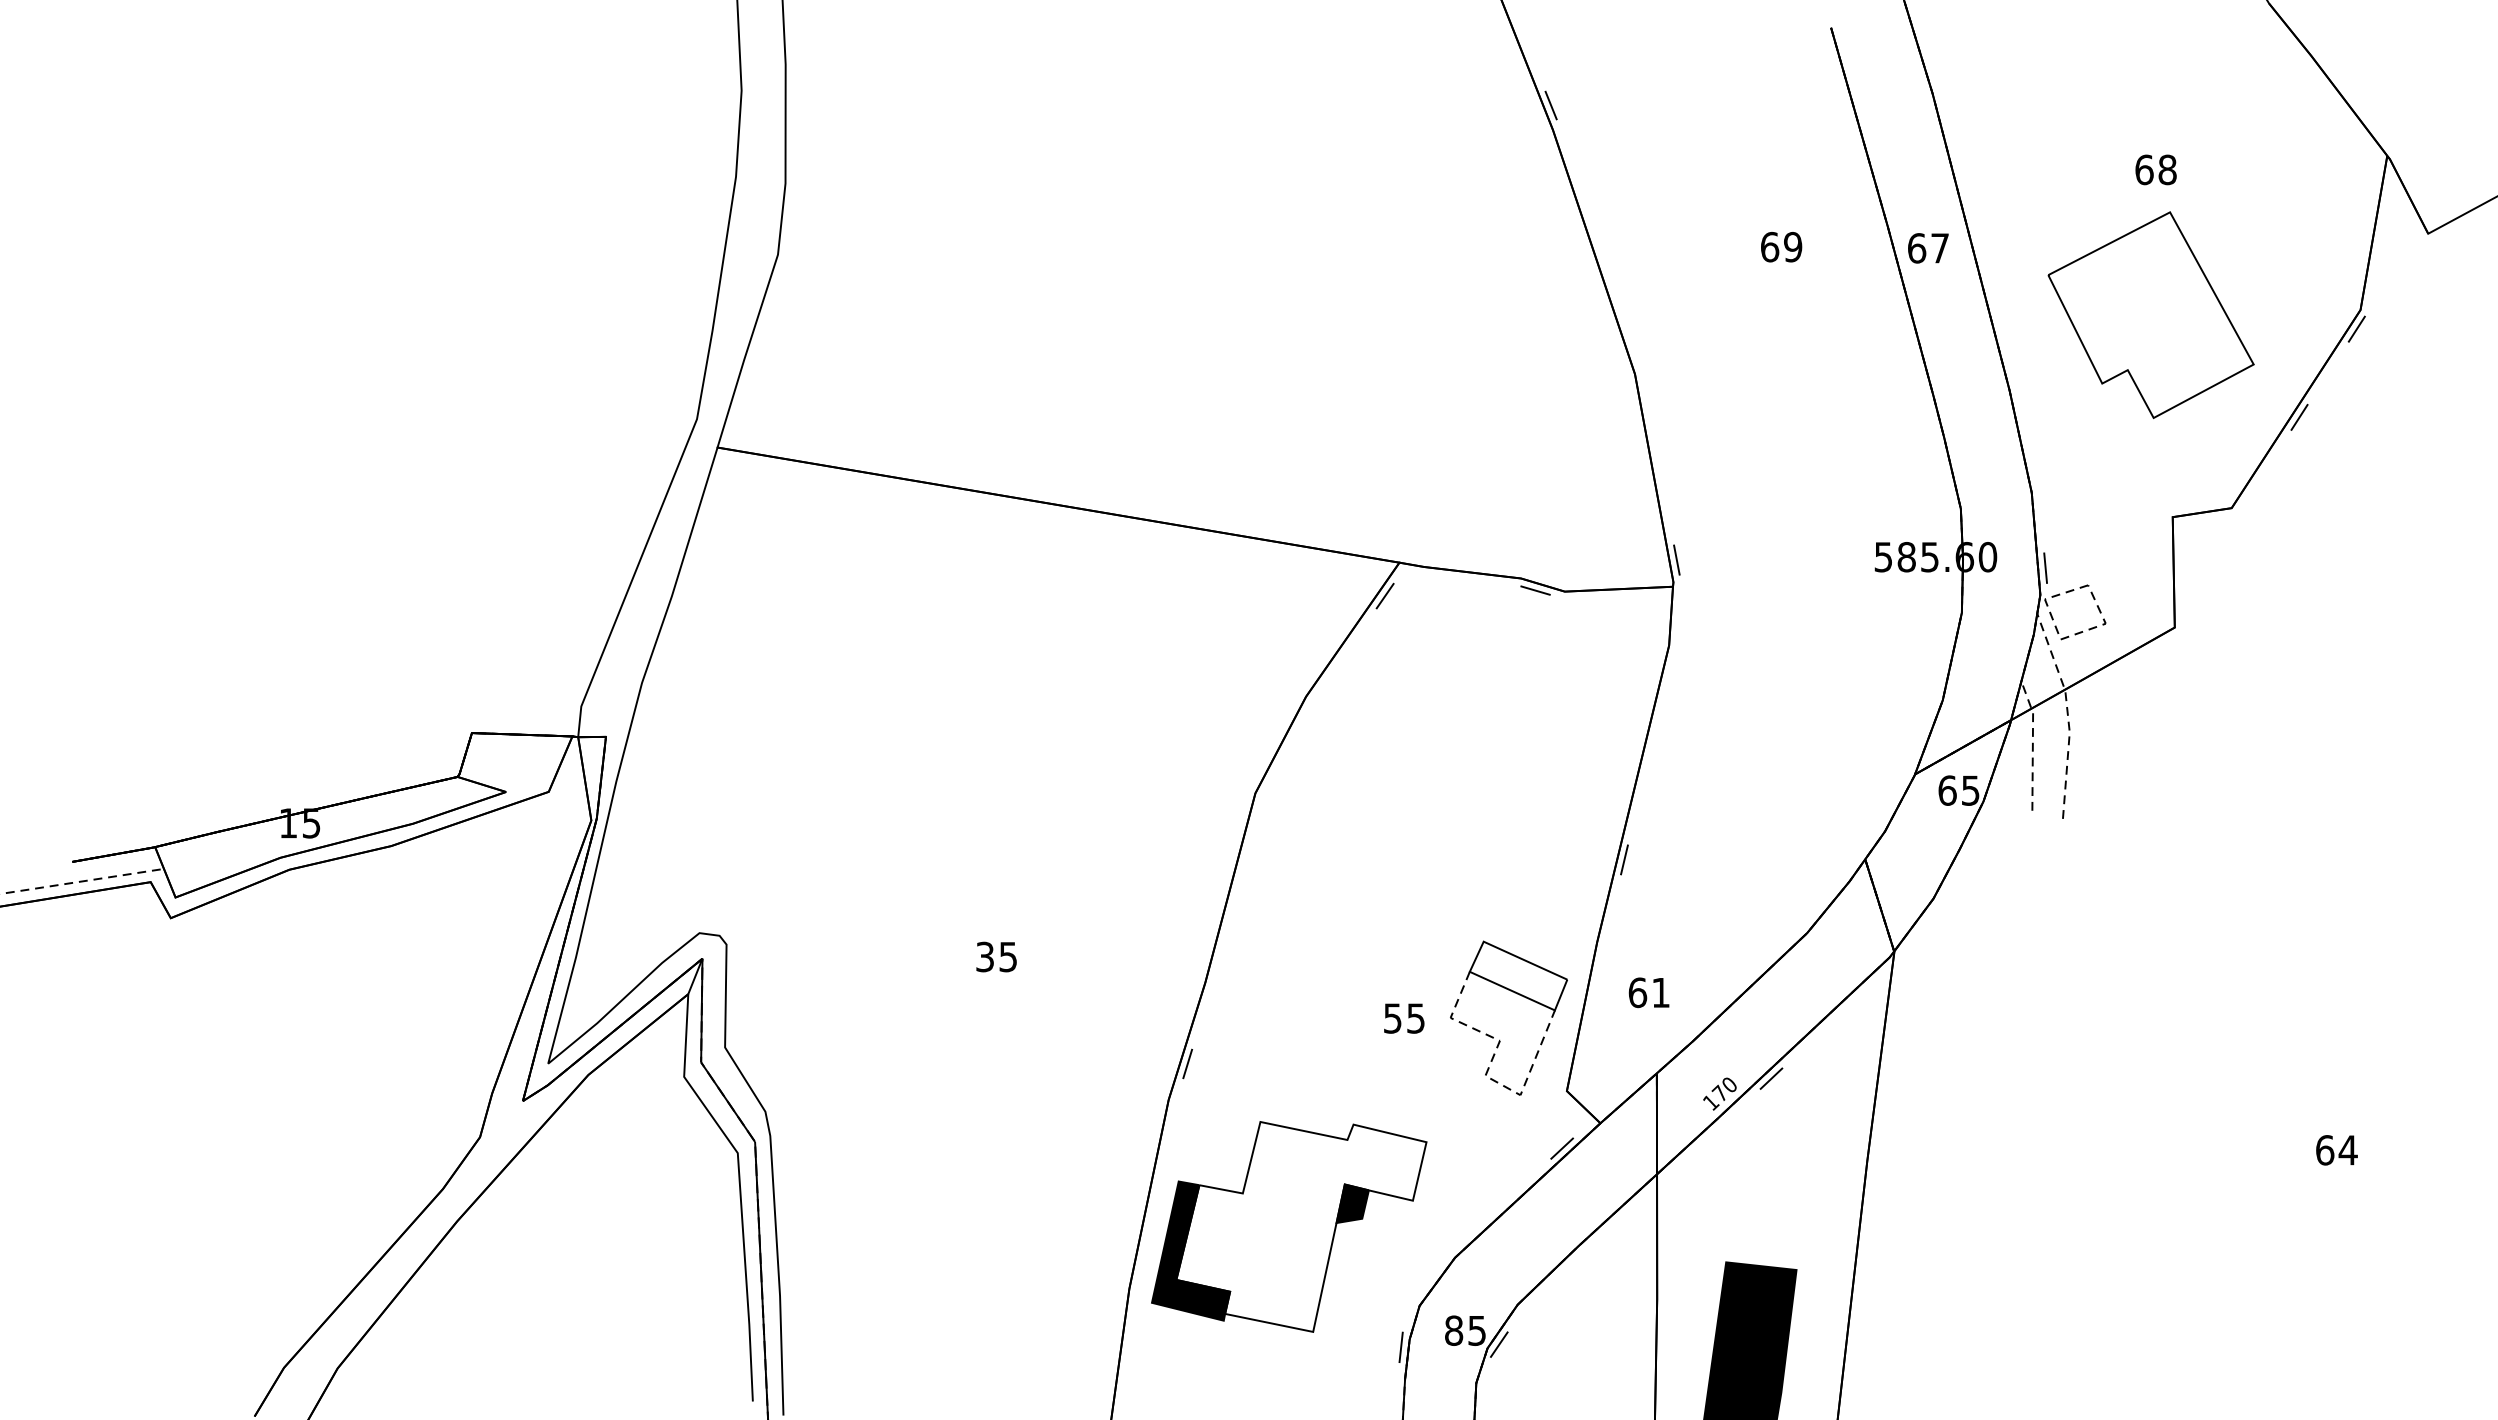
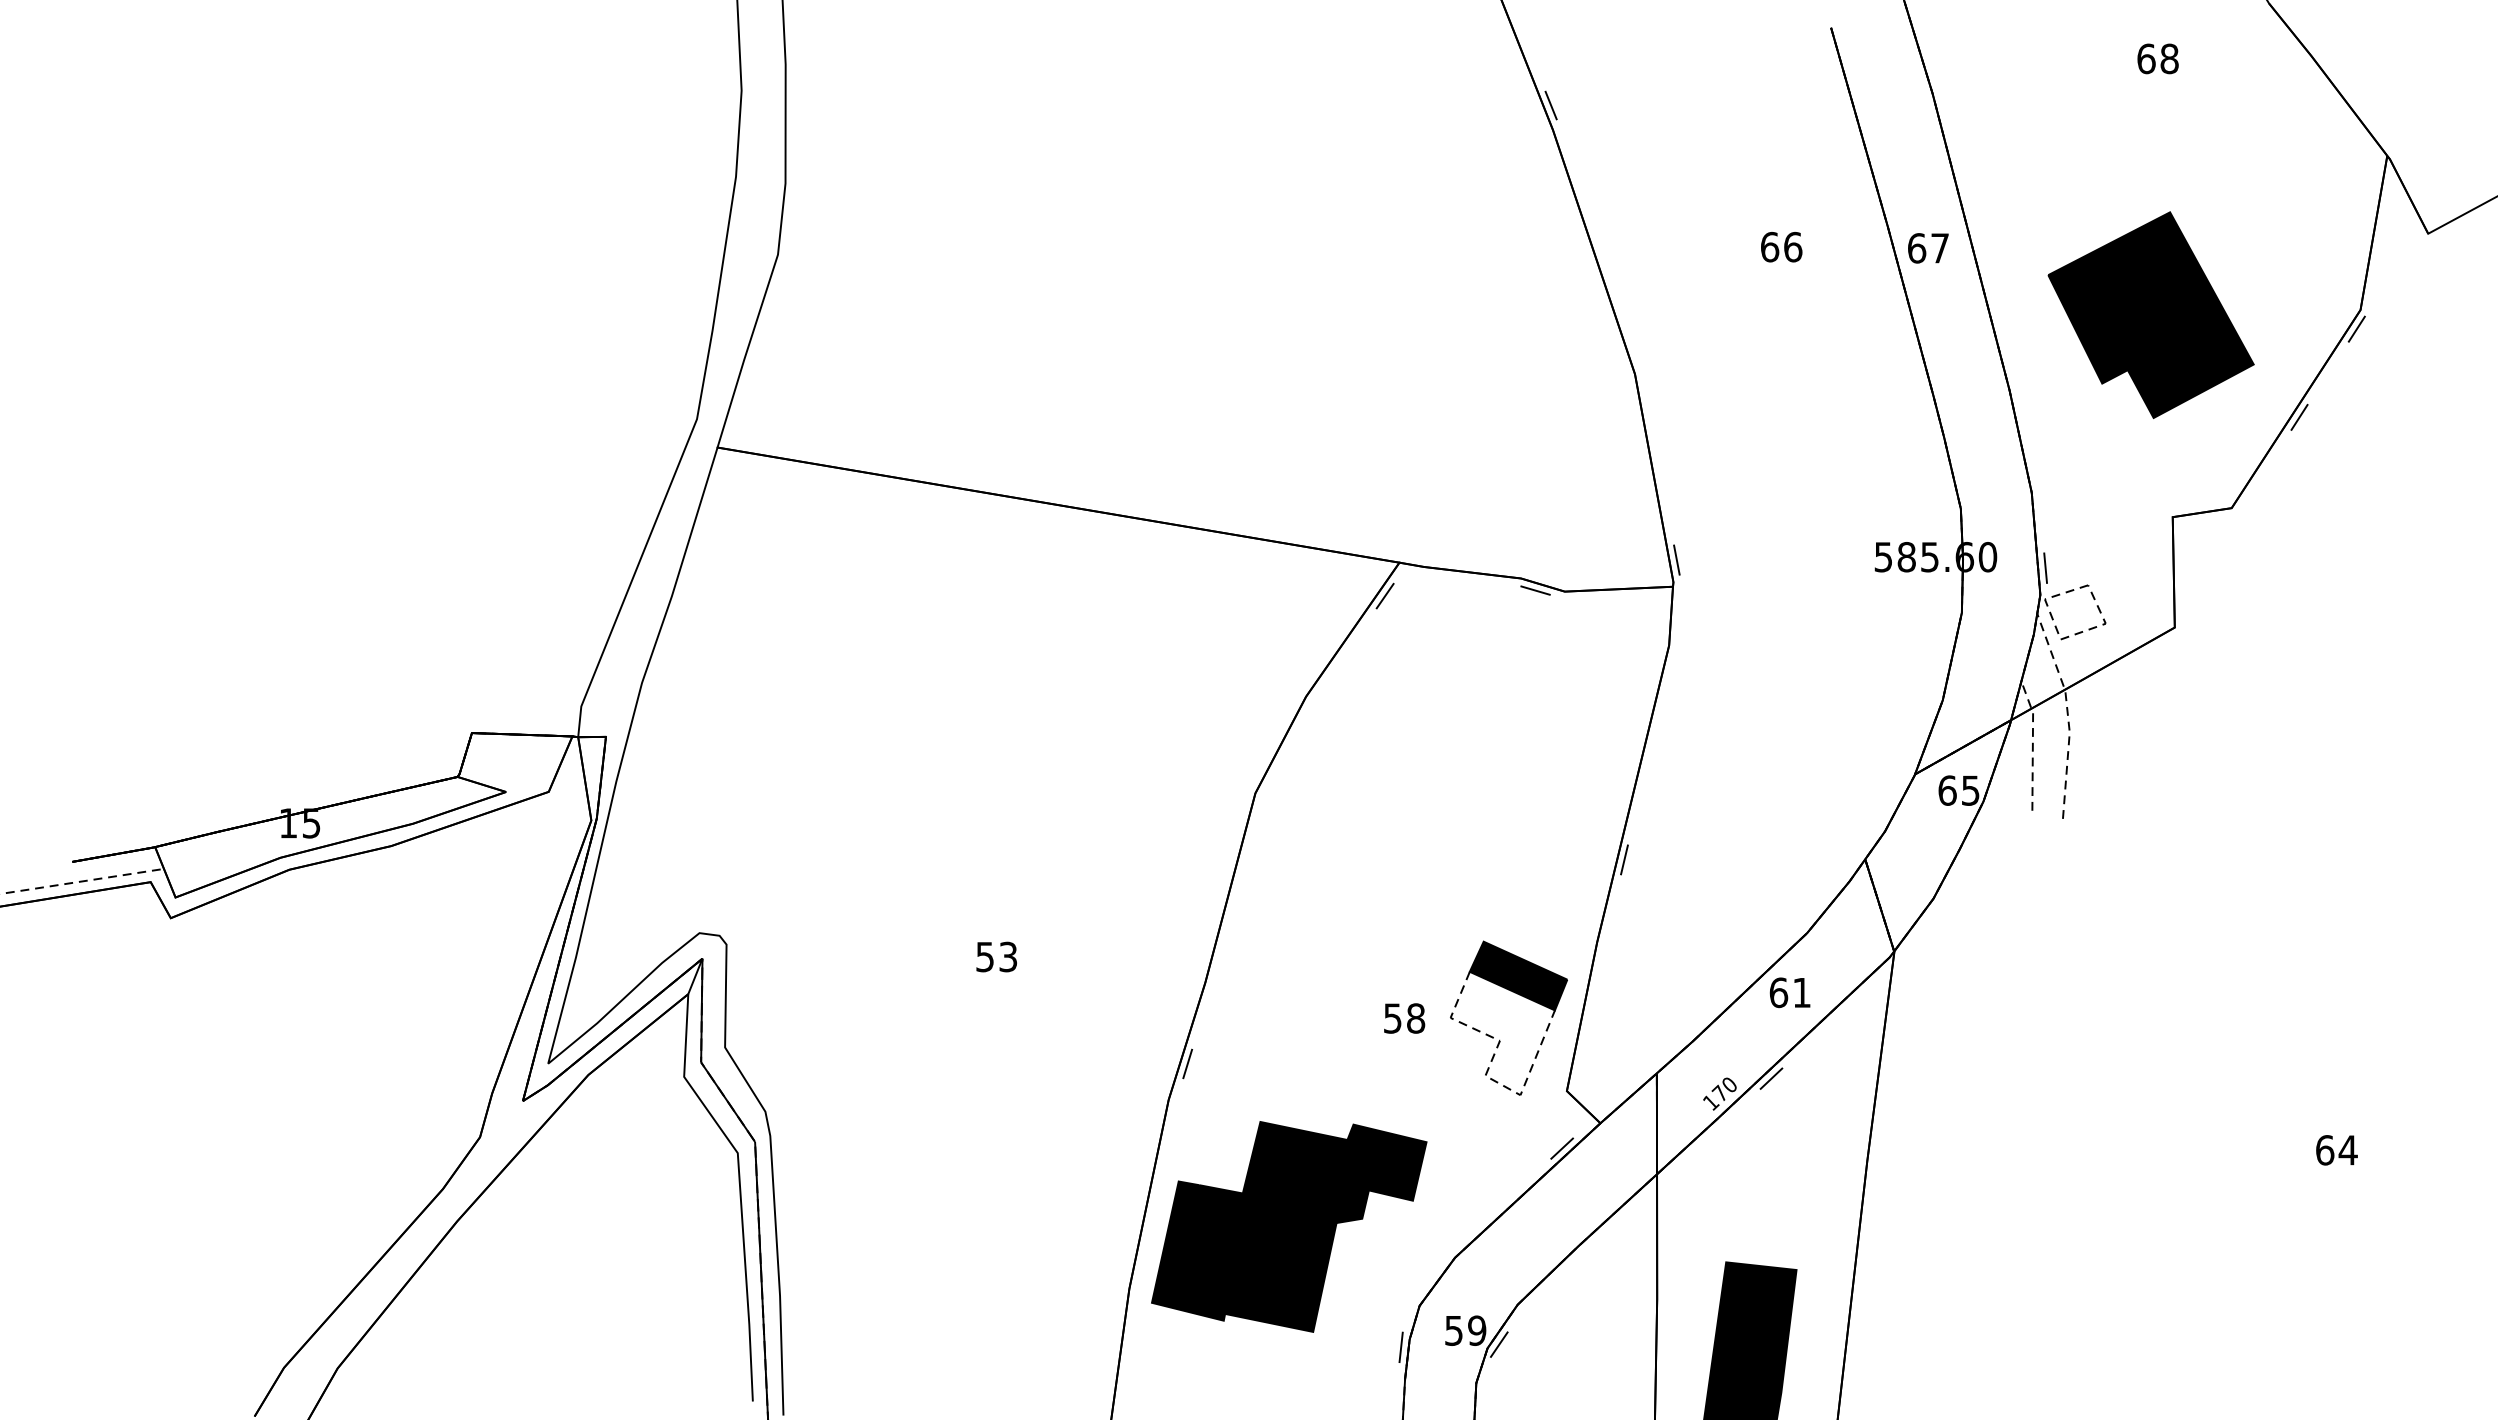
text at (2155, 169) position: (2155, 169) -> (2157, 58)
text at (1793, 246): 69 -> 66
fill at (2150, 315): none -> present
text at (997, 956): 35 -> 53
fill at (1518, 975): none -> present
text at (1648, 992) position: (1648, 992) -> (1789, 992)
text at (1416, 1018): 55 -> 58
fill at (1301, 1226): none -> present
text at (1465, 1330): 85 -> 59
